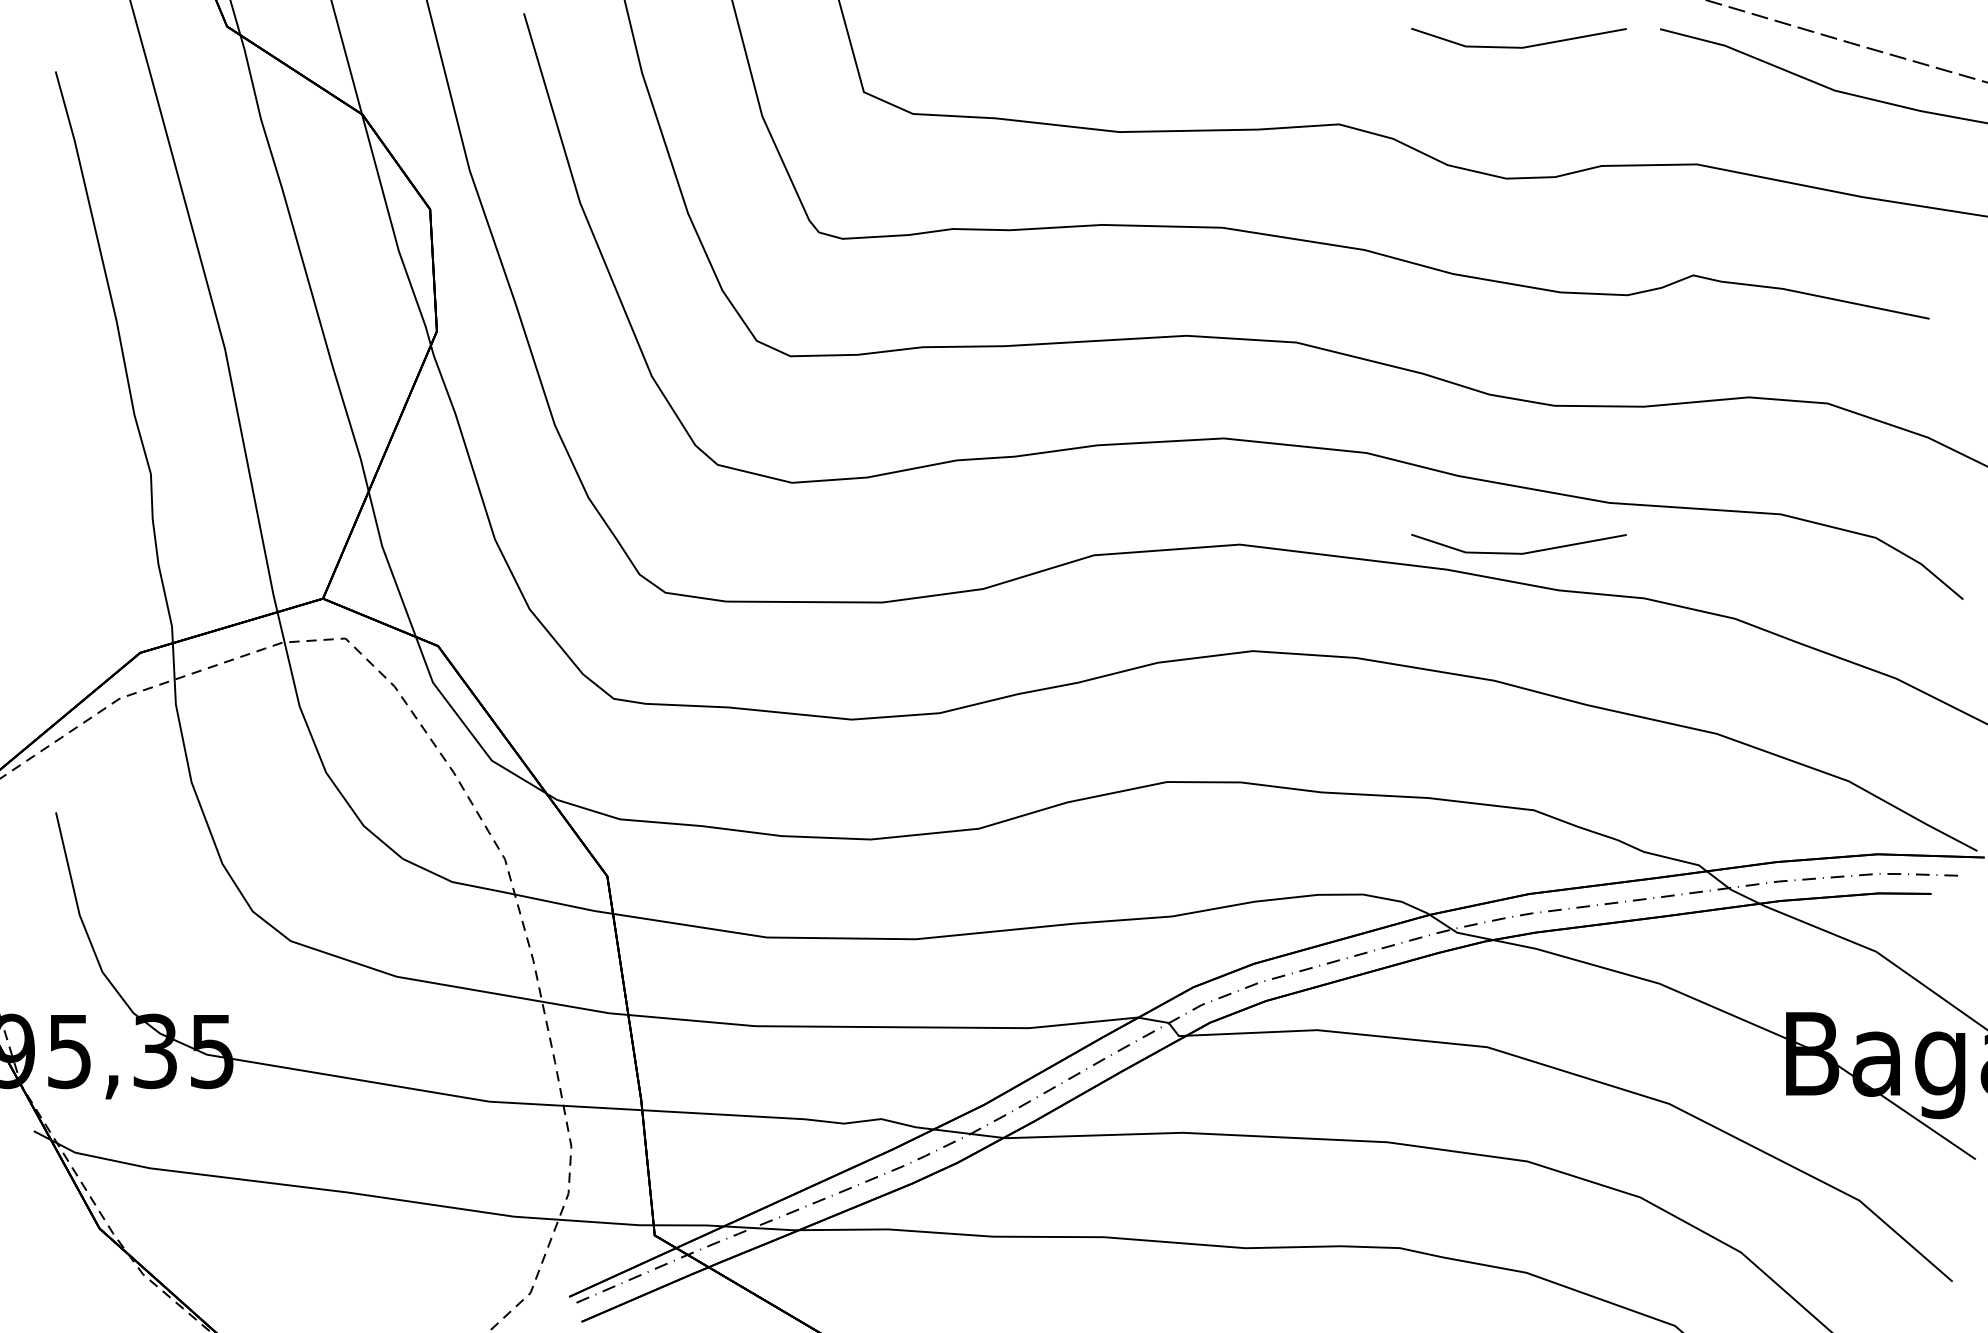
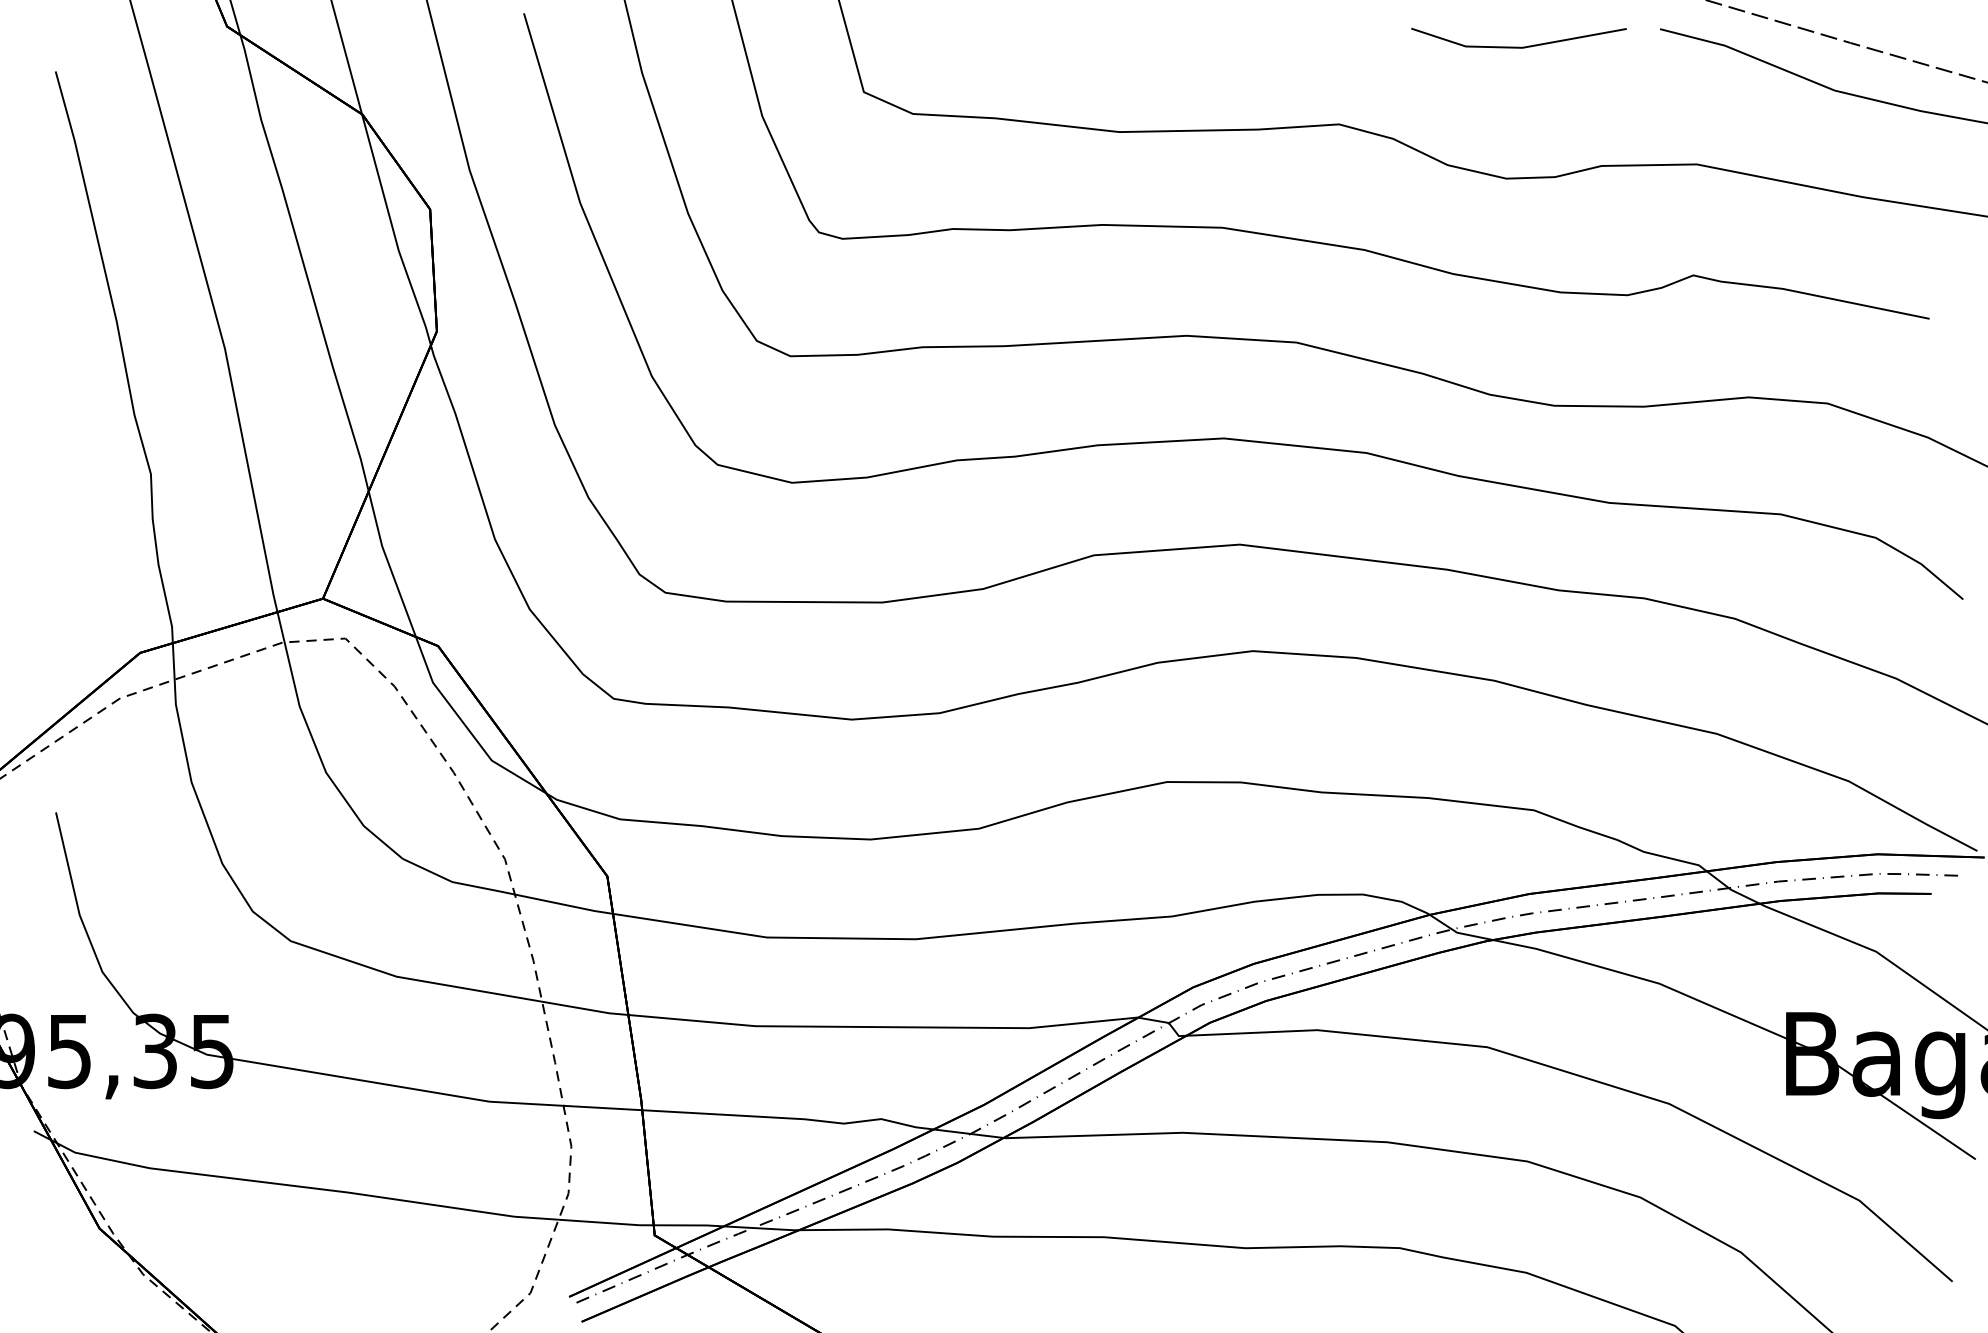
line at (1518, 552): present -> none
